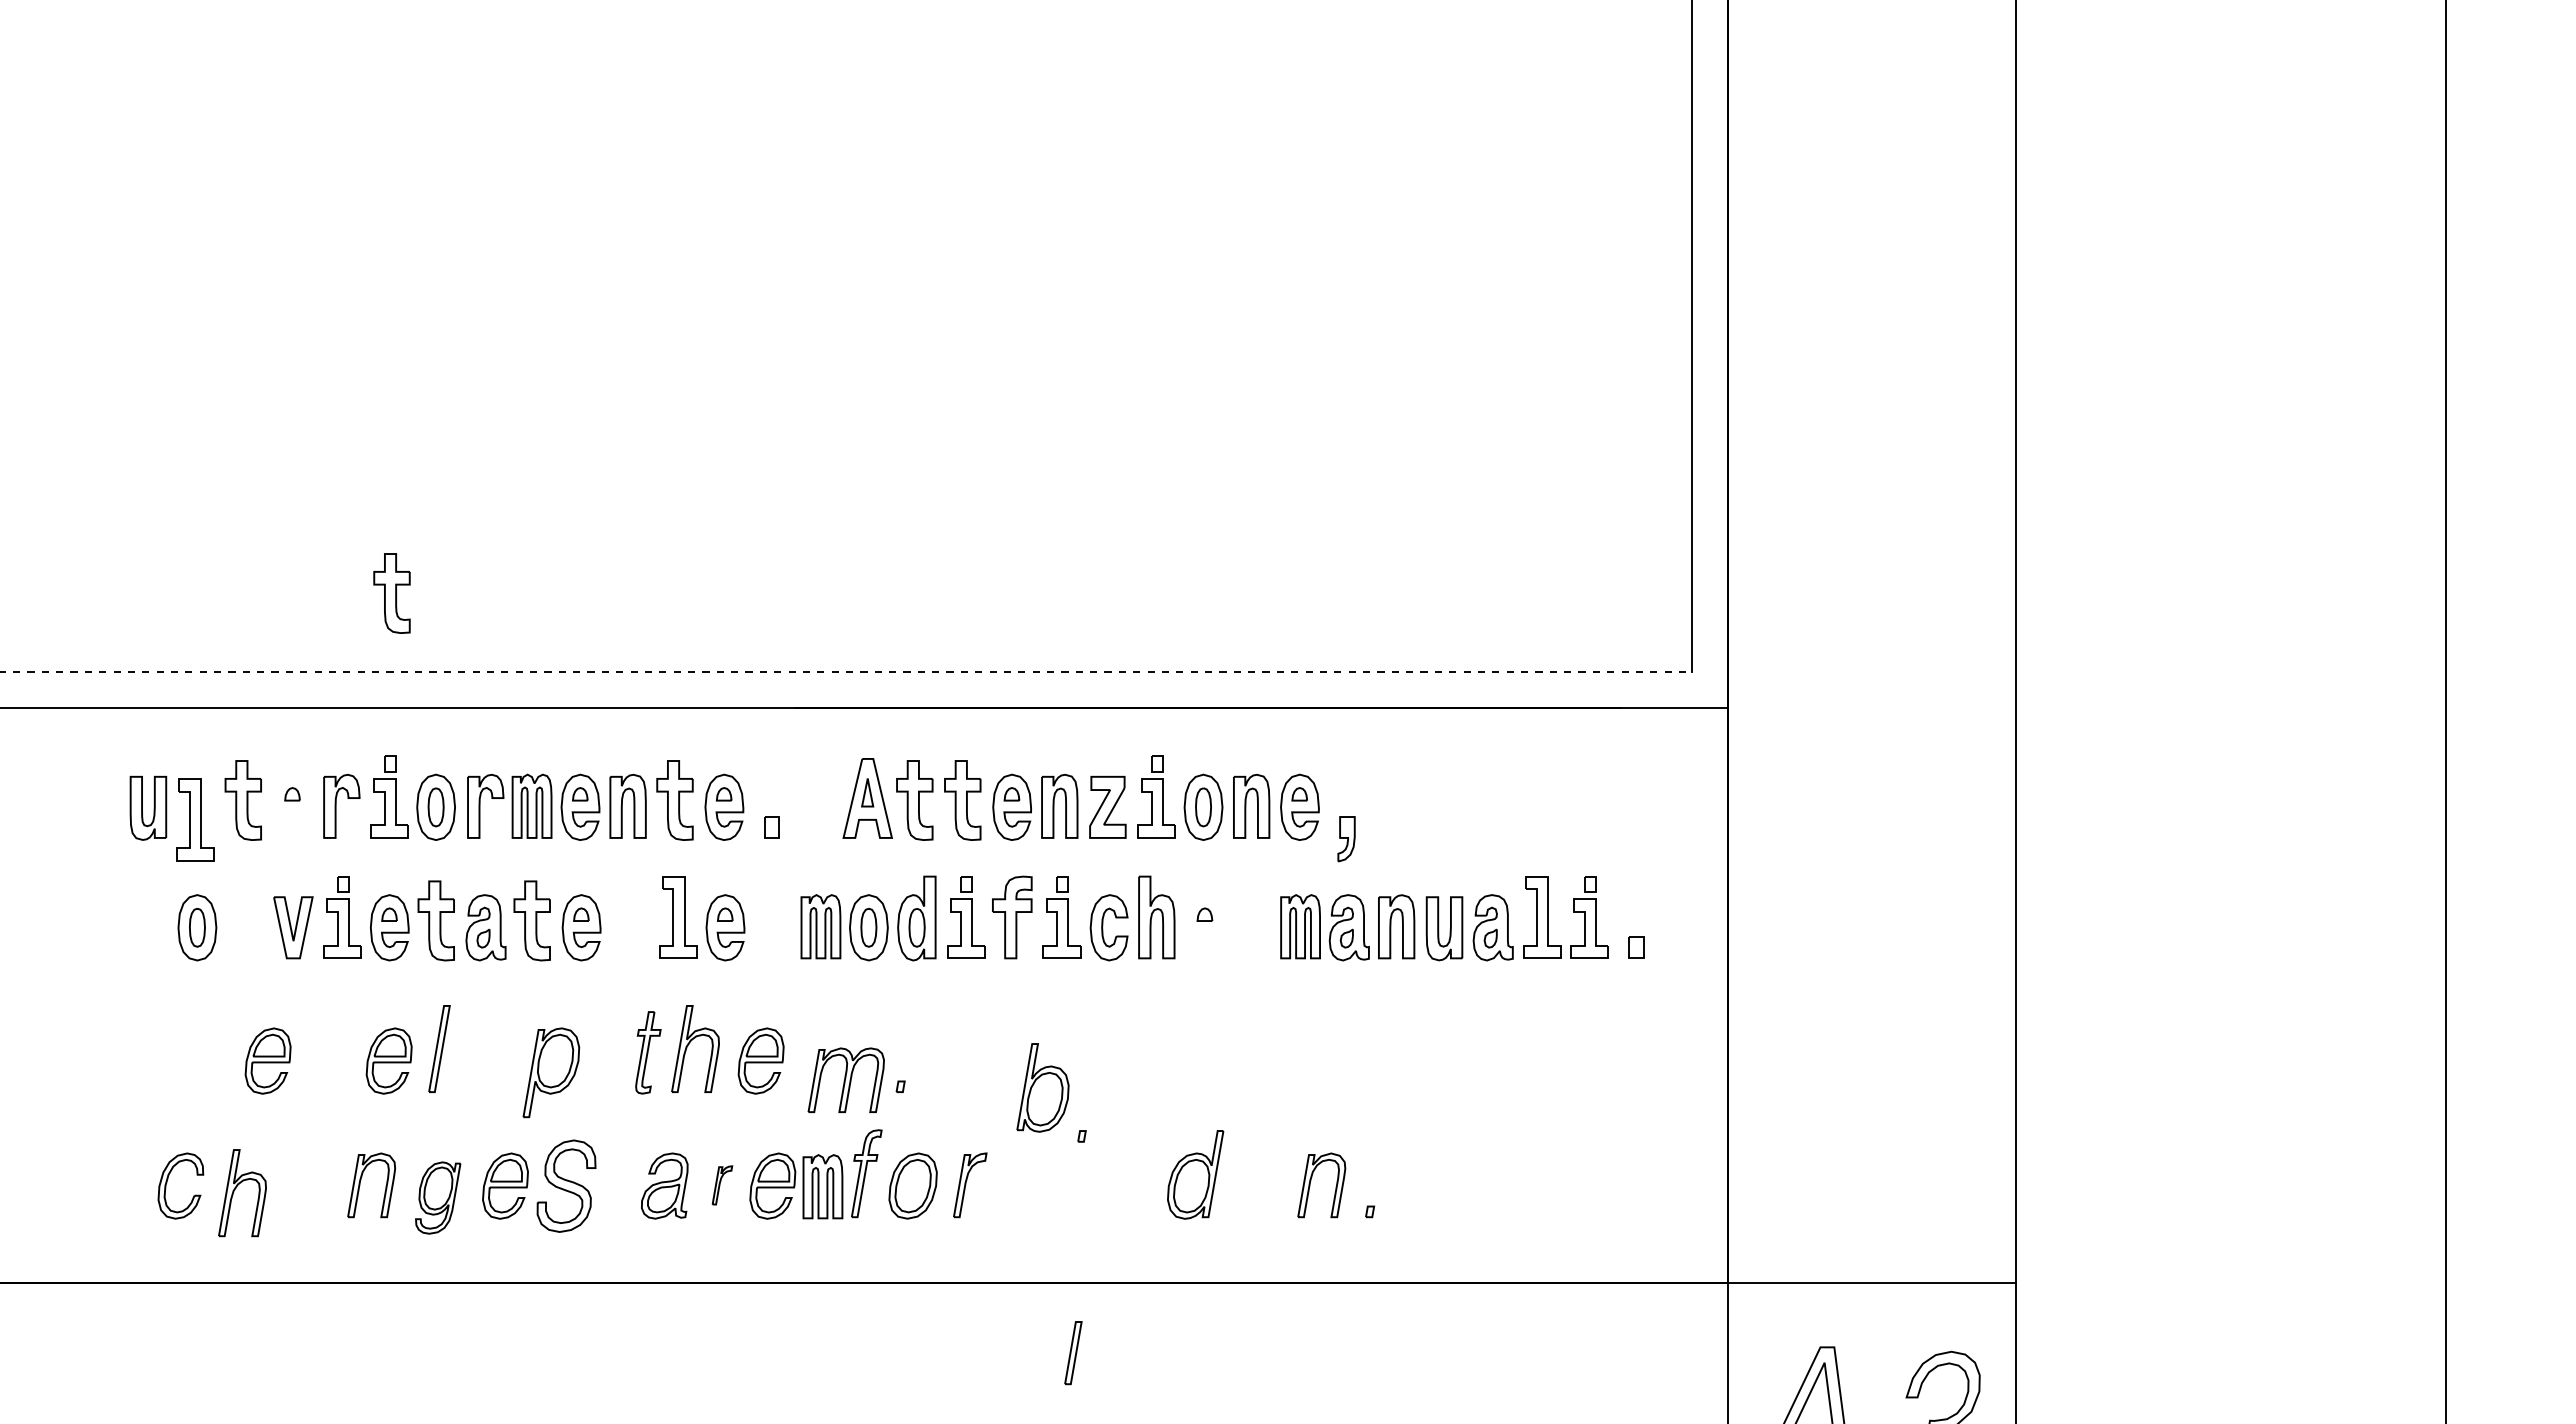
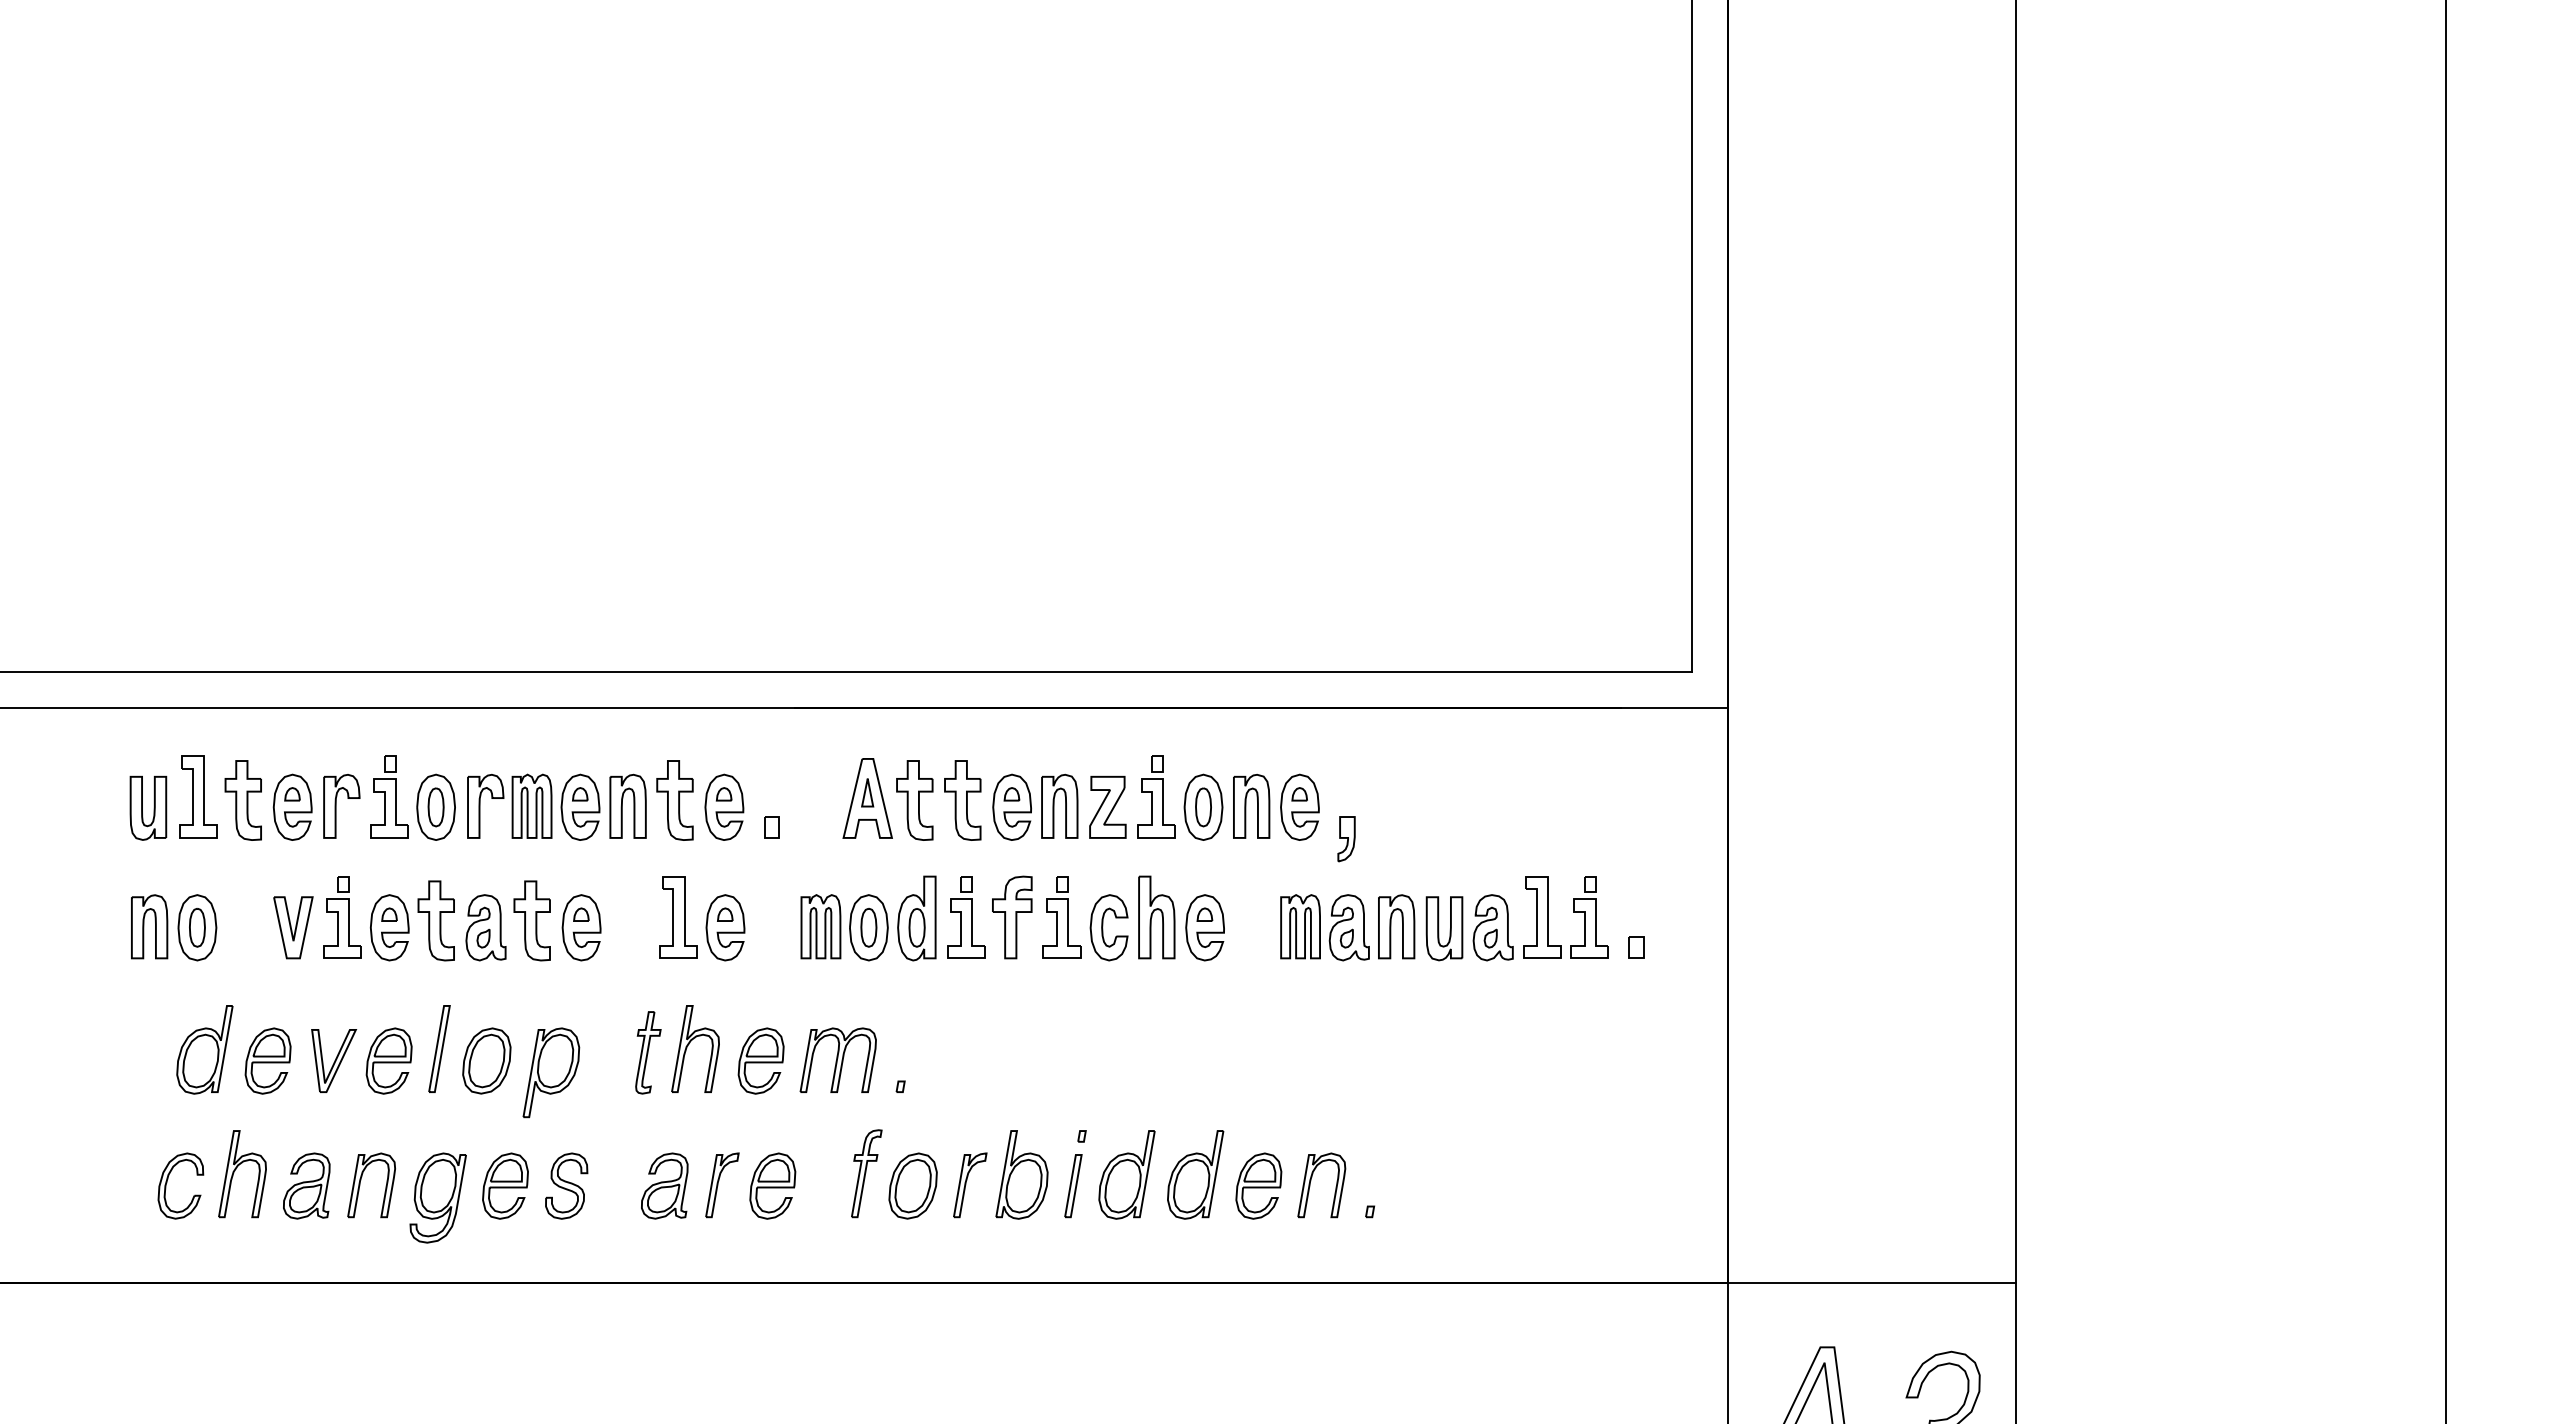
part at (391, 593): present -> none
line at (846, 672): dashed -> solid
part at (292, 806): none -> present
part at (195, 819) position: (195, 819) -> (198, 796)
part at (149, 926): none -> present
part at (1204, 927): none -> present
part at (204, 1049): none -> present
part at (334, 1060): none -> present
part at (486, 1060): none -> present
part at (845, 1079) position: (845, 1079) -> (837, 1059)
part at (1042, 1087) position: (1042, 1087) -> (1021, 1174)
part at (1126, 1174): none -> present
part at (306, 1185): none -> present
part at (566, 1185) size: 61x94 px -> 44x68 px
part at (722, 1185) size: 23x41 px -> 35x67 px
part at (1258, 1185): none -> present
part at (822, 1186): present -> none
part at (236, 1188) position: (236, 1188) -> (236, 1169)
part at (438, 1197) size: 47x74 px -> 58x92 px
part at (1073, 1353) position: (1073, 1353) -> (1073, 1186)
